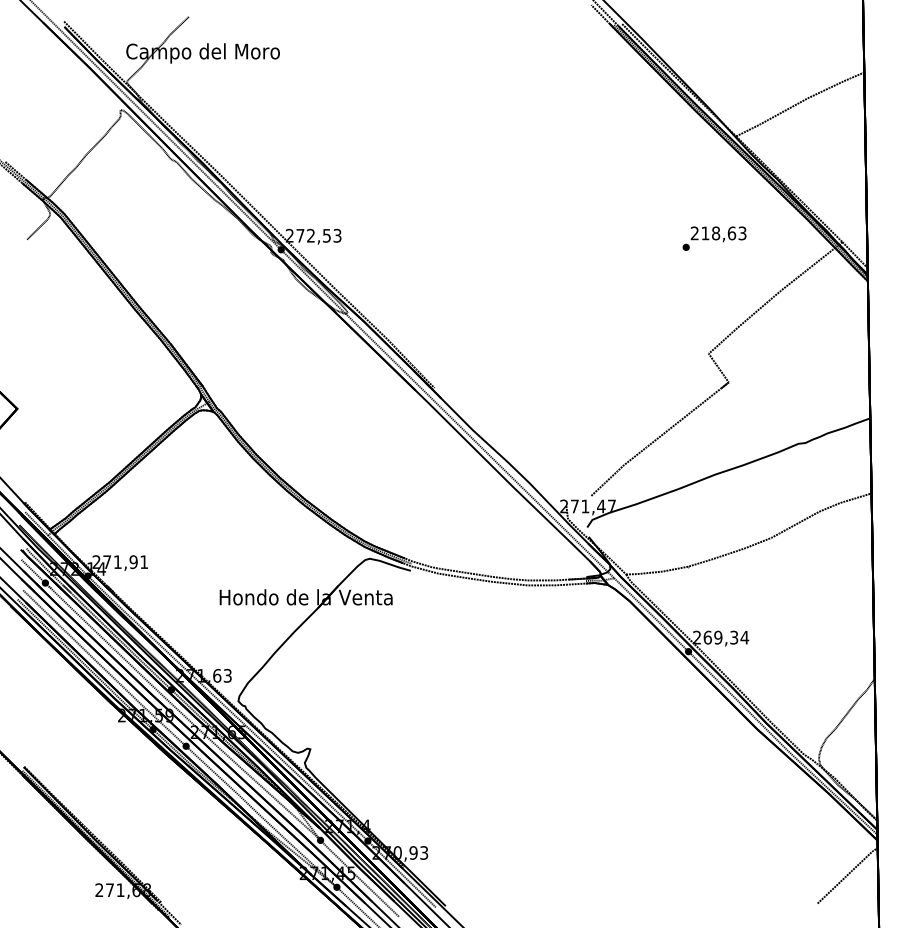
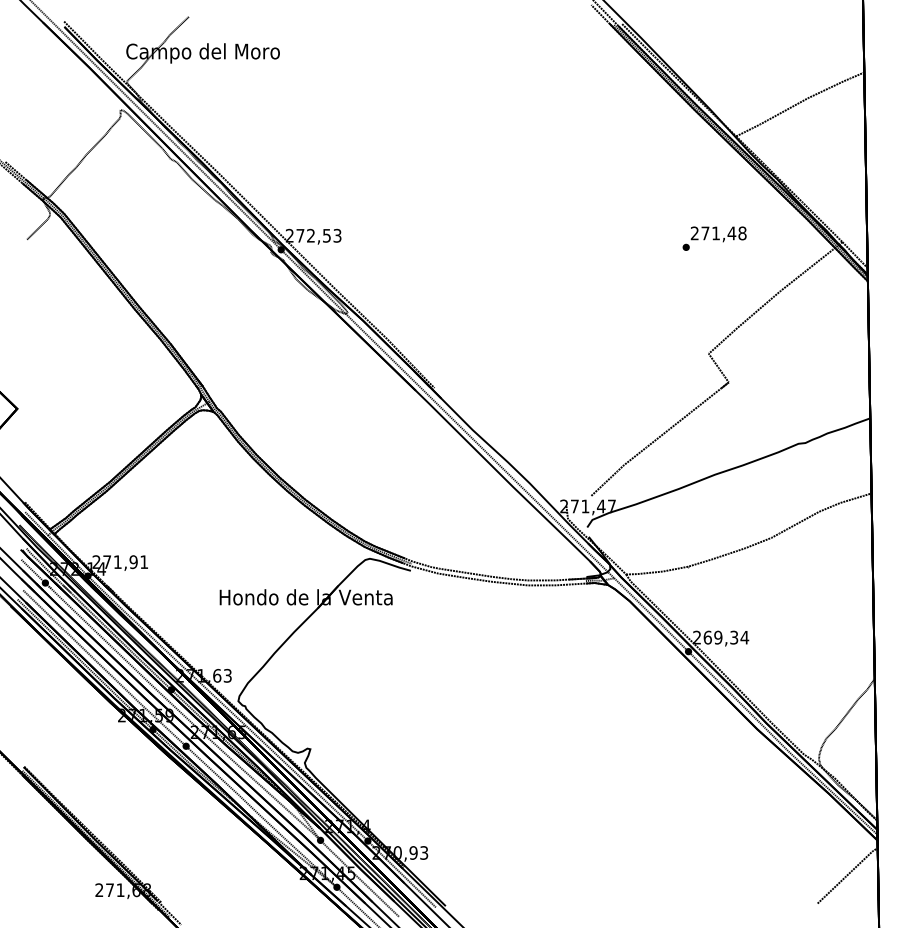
text at (723, 233): 218,63 -> 271,48
